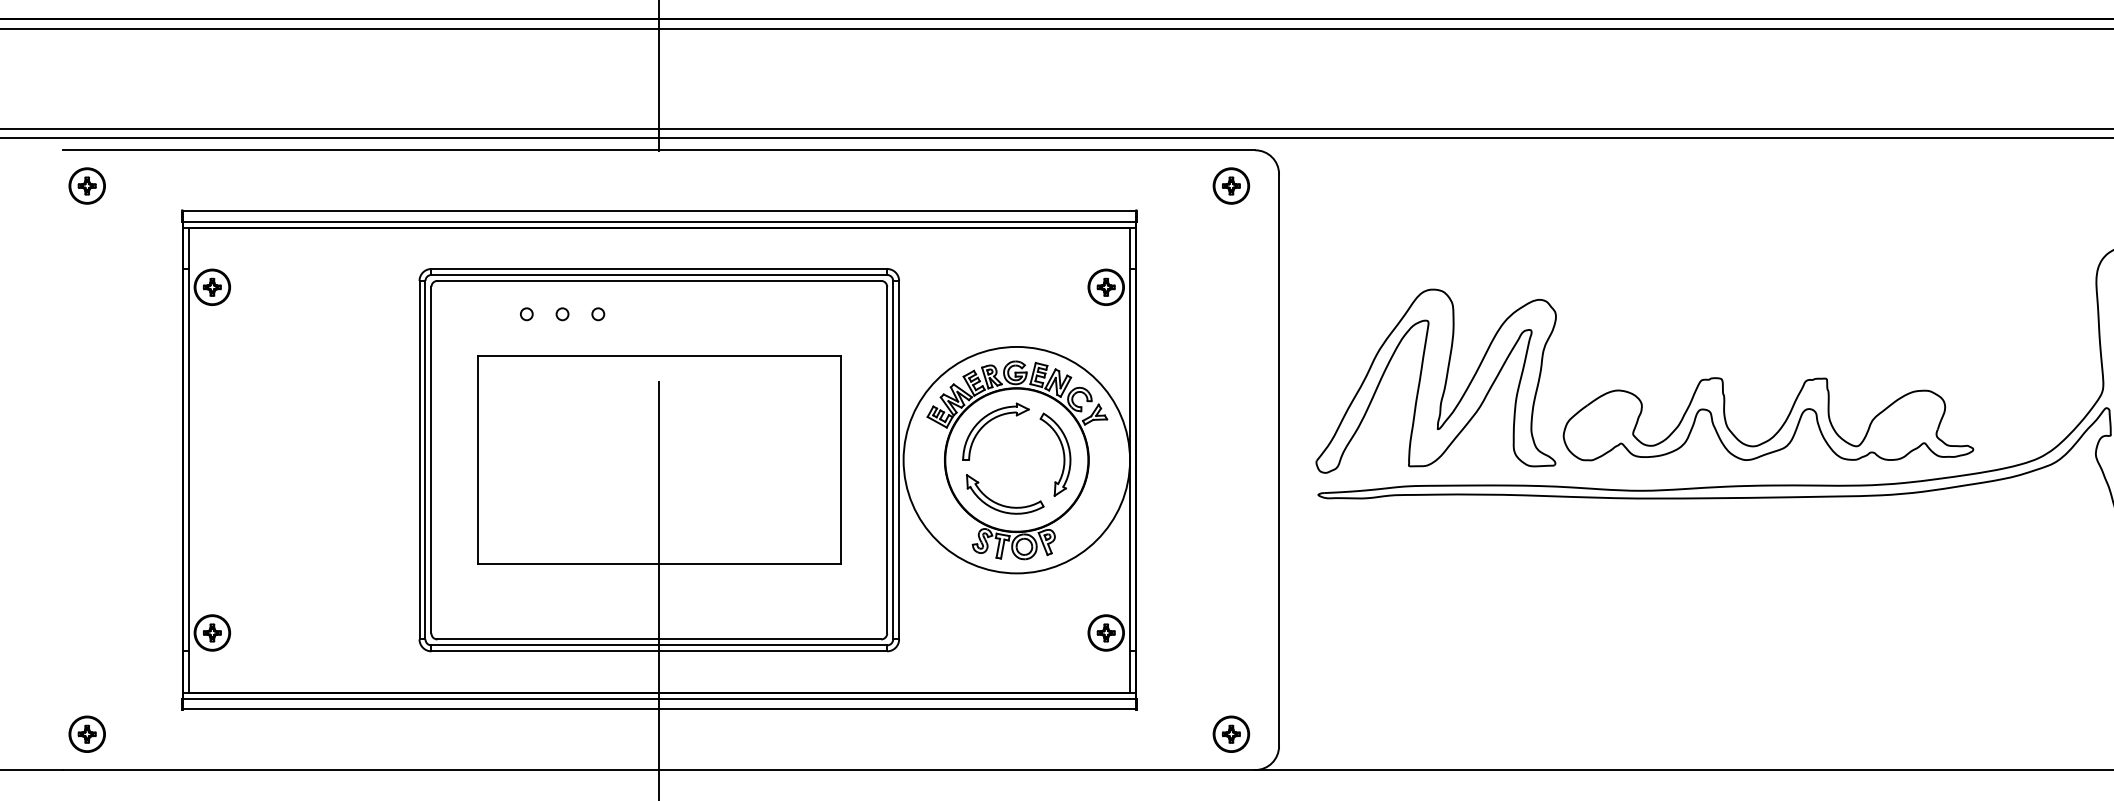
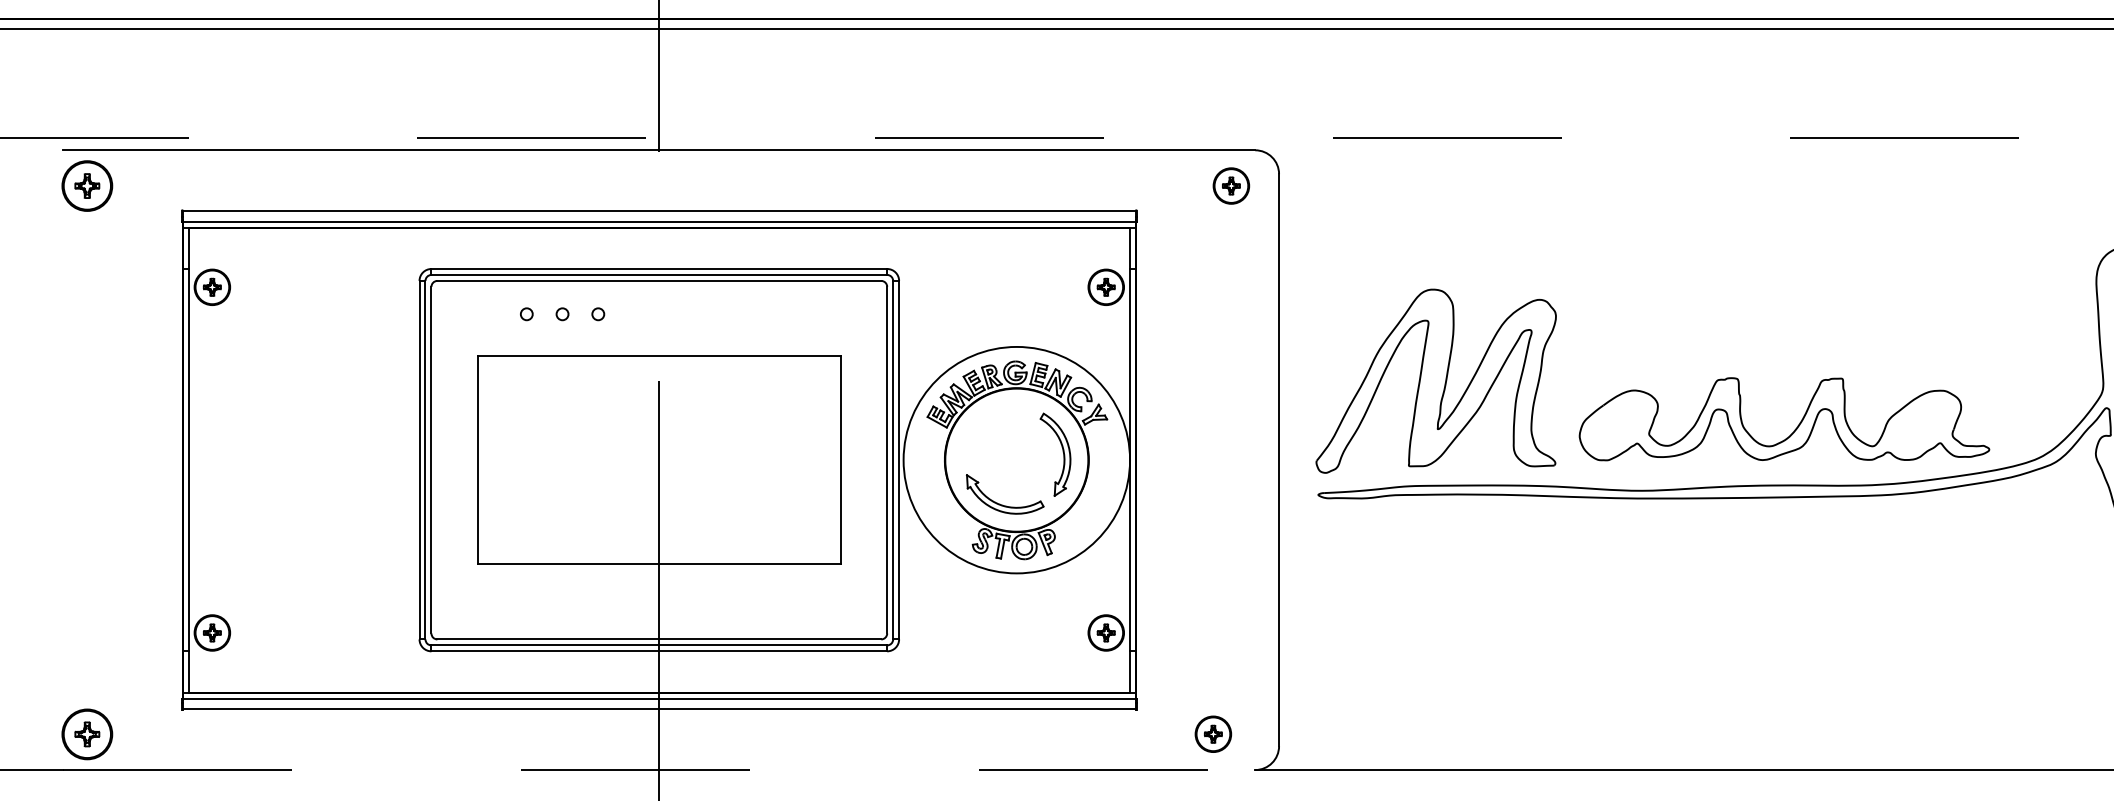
line at (1056, 128): present -> none
line at (1057, 138): solid -> dashed
part at (86, 185) size: 38x38 px -> 53x52 px
part at (988, 423): present -> none
part at (1778, 429) position: (1778, 429) -> (1794, 429)
part at (86, 733) size: 38x38 px -> 53x53 px
part at (1231, 733) position: (1231, 733) -> (1213, 733)
line at (659, 770): solid -> dashed
